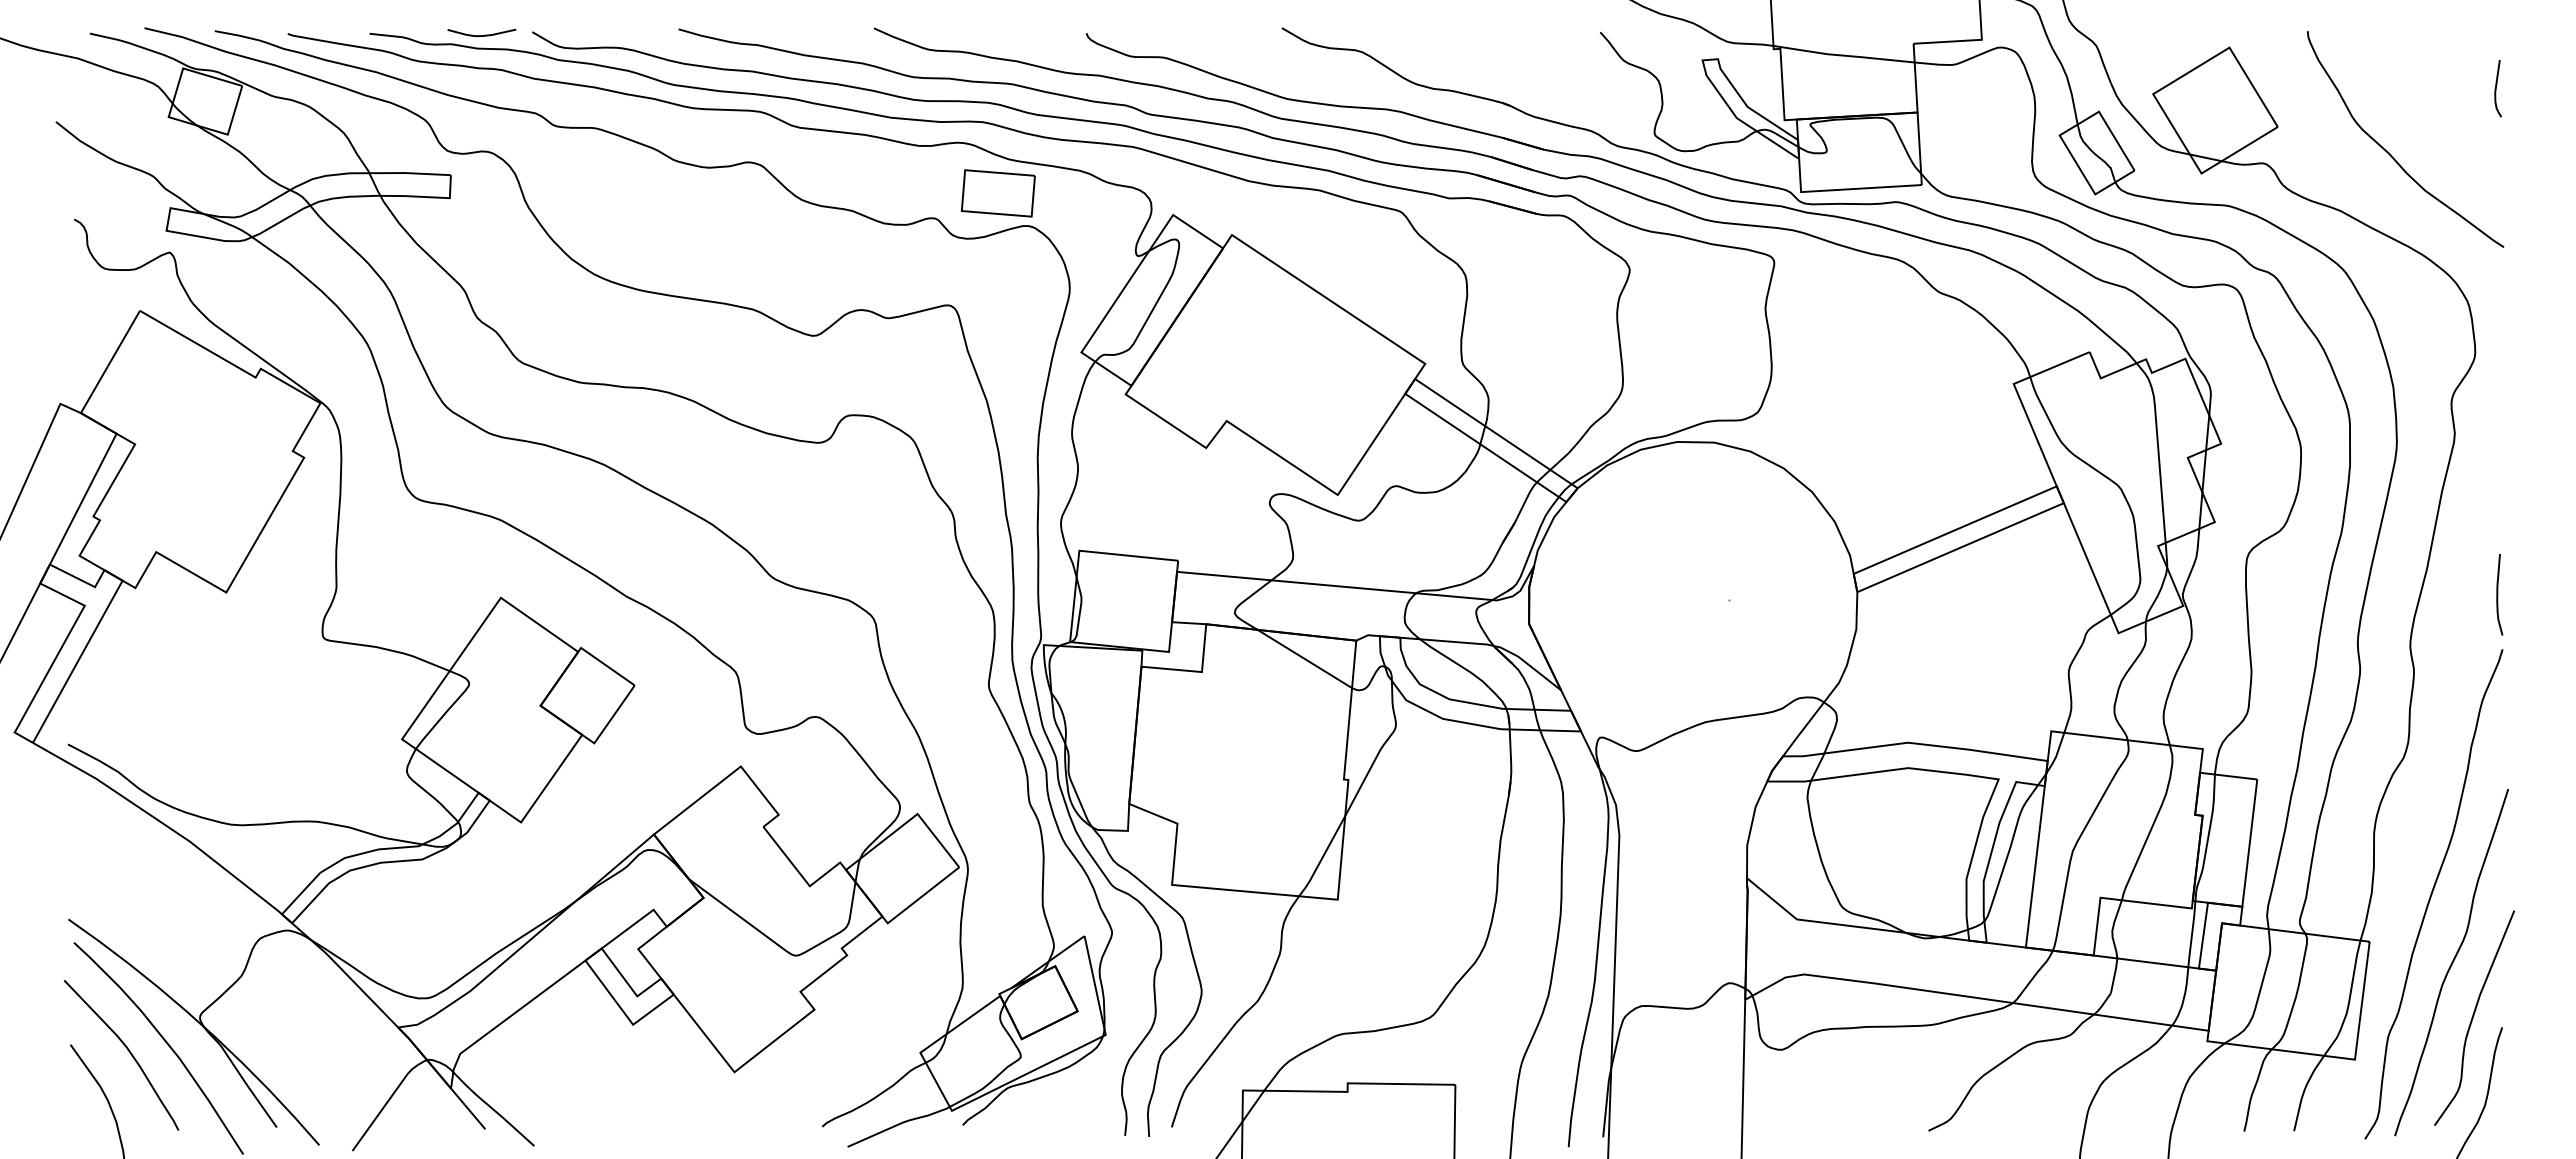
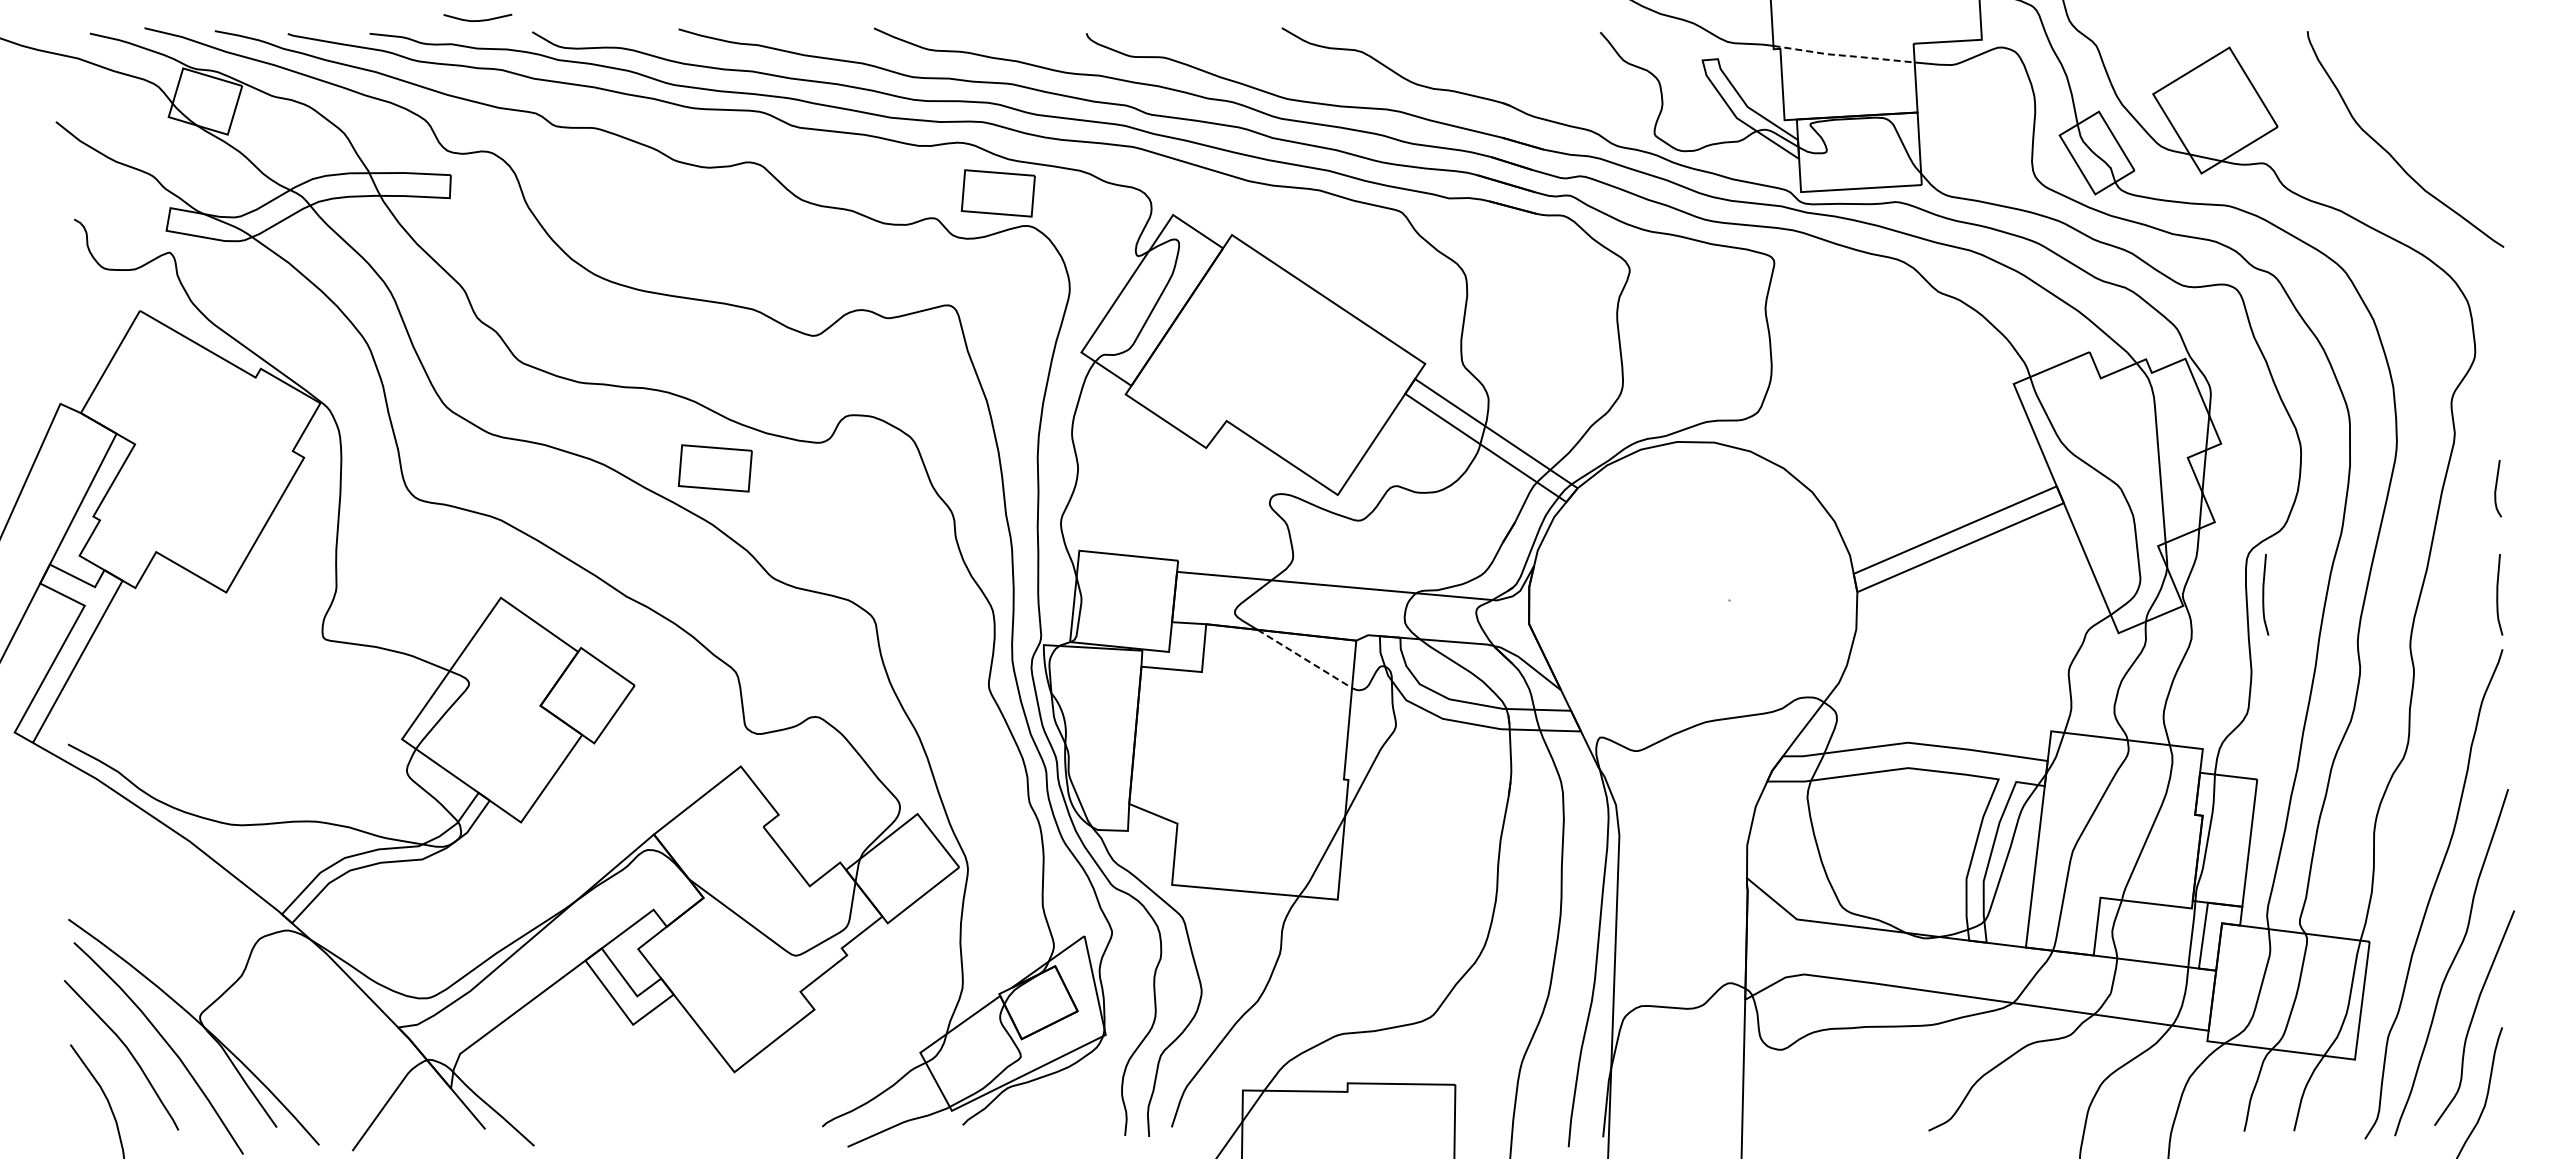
curve at (481, 35) position: (481, 35) -> (477, 20)
line at (1844, 55): solid -> dashed
curve at (2496, 88) position: (2496, 88) -> (2496, 488)
part at (714, 468): none -> present
curve at (2264, 594): none -> present
line at (1305, 659): solid -> dashed
